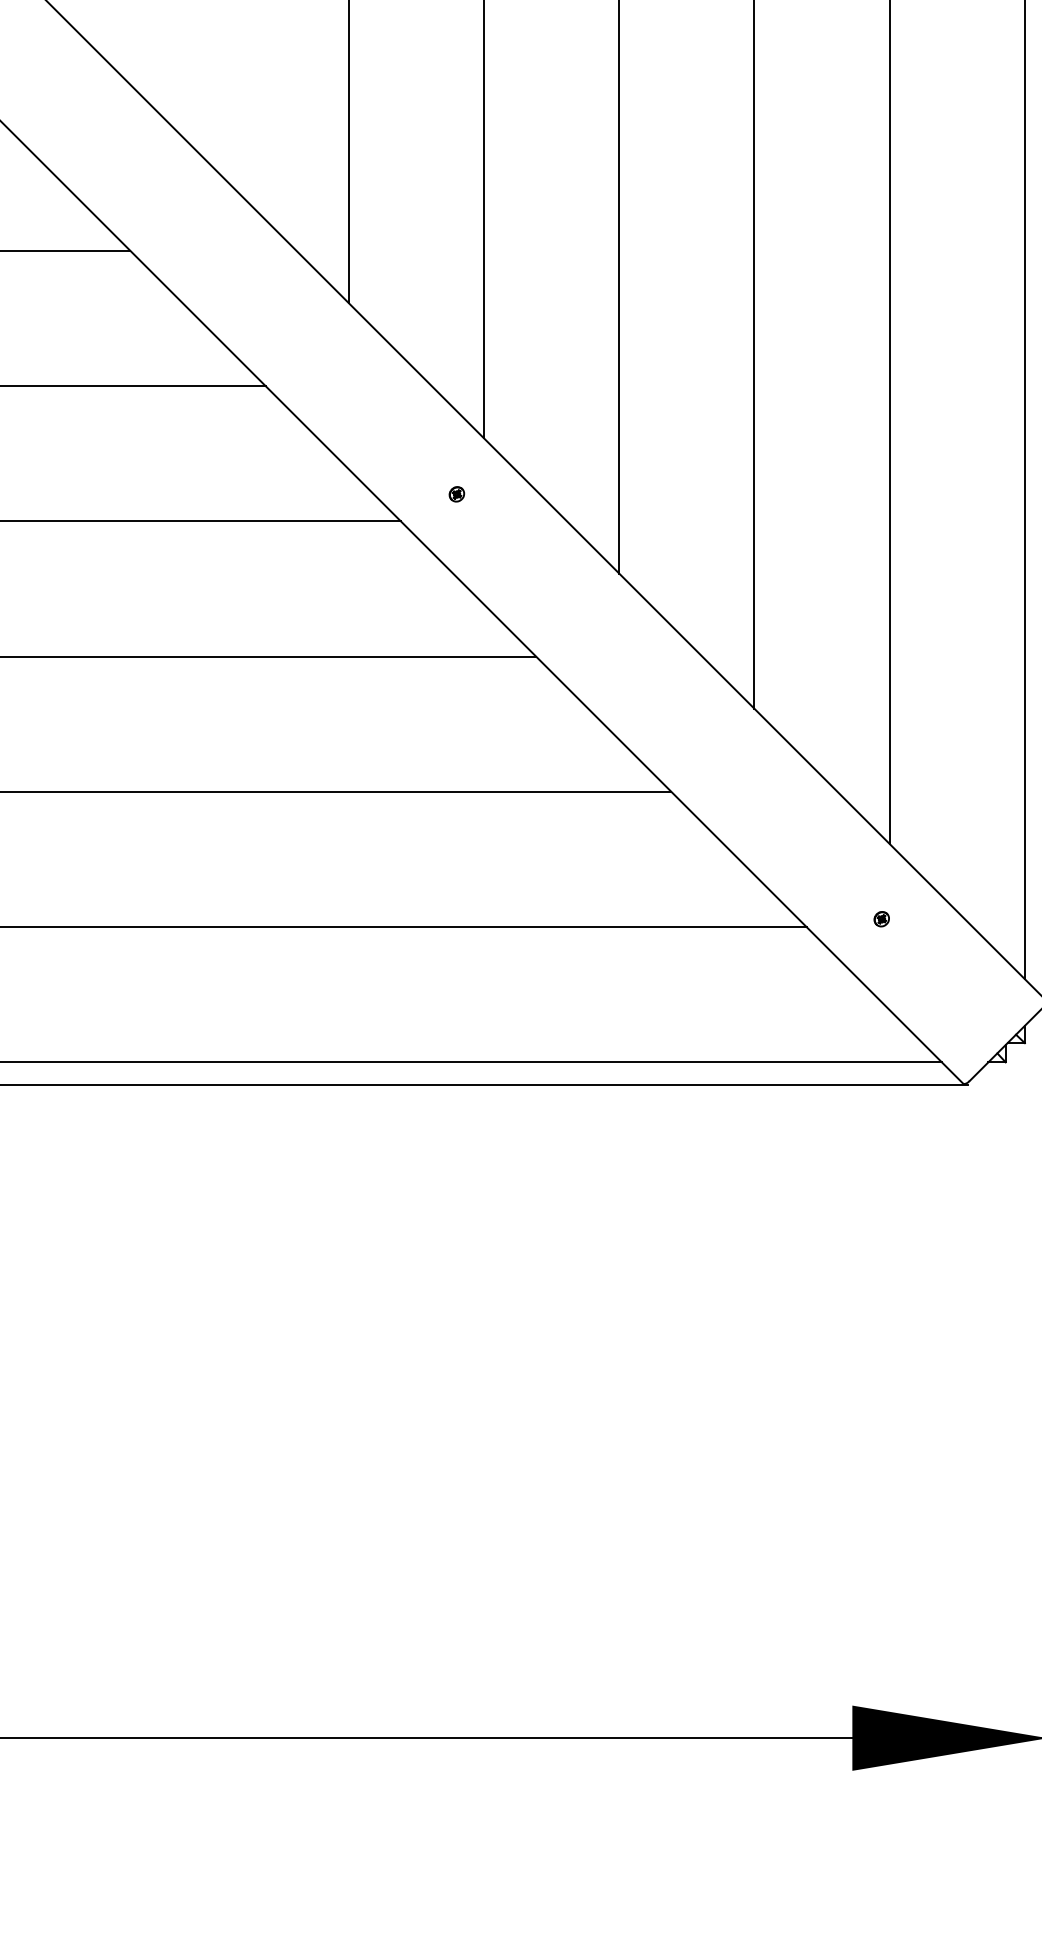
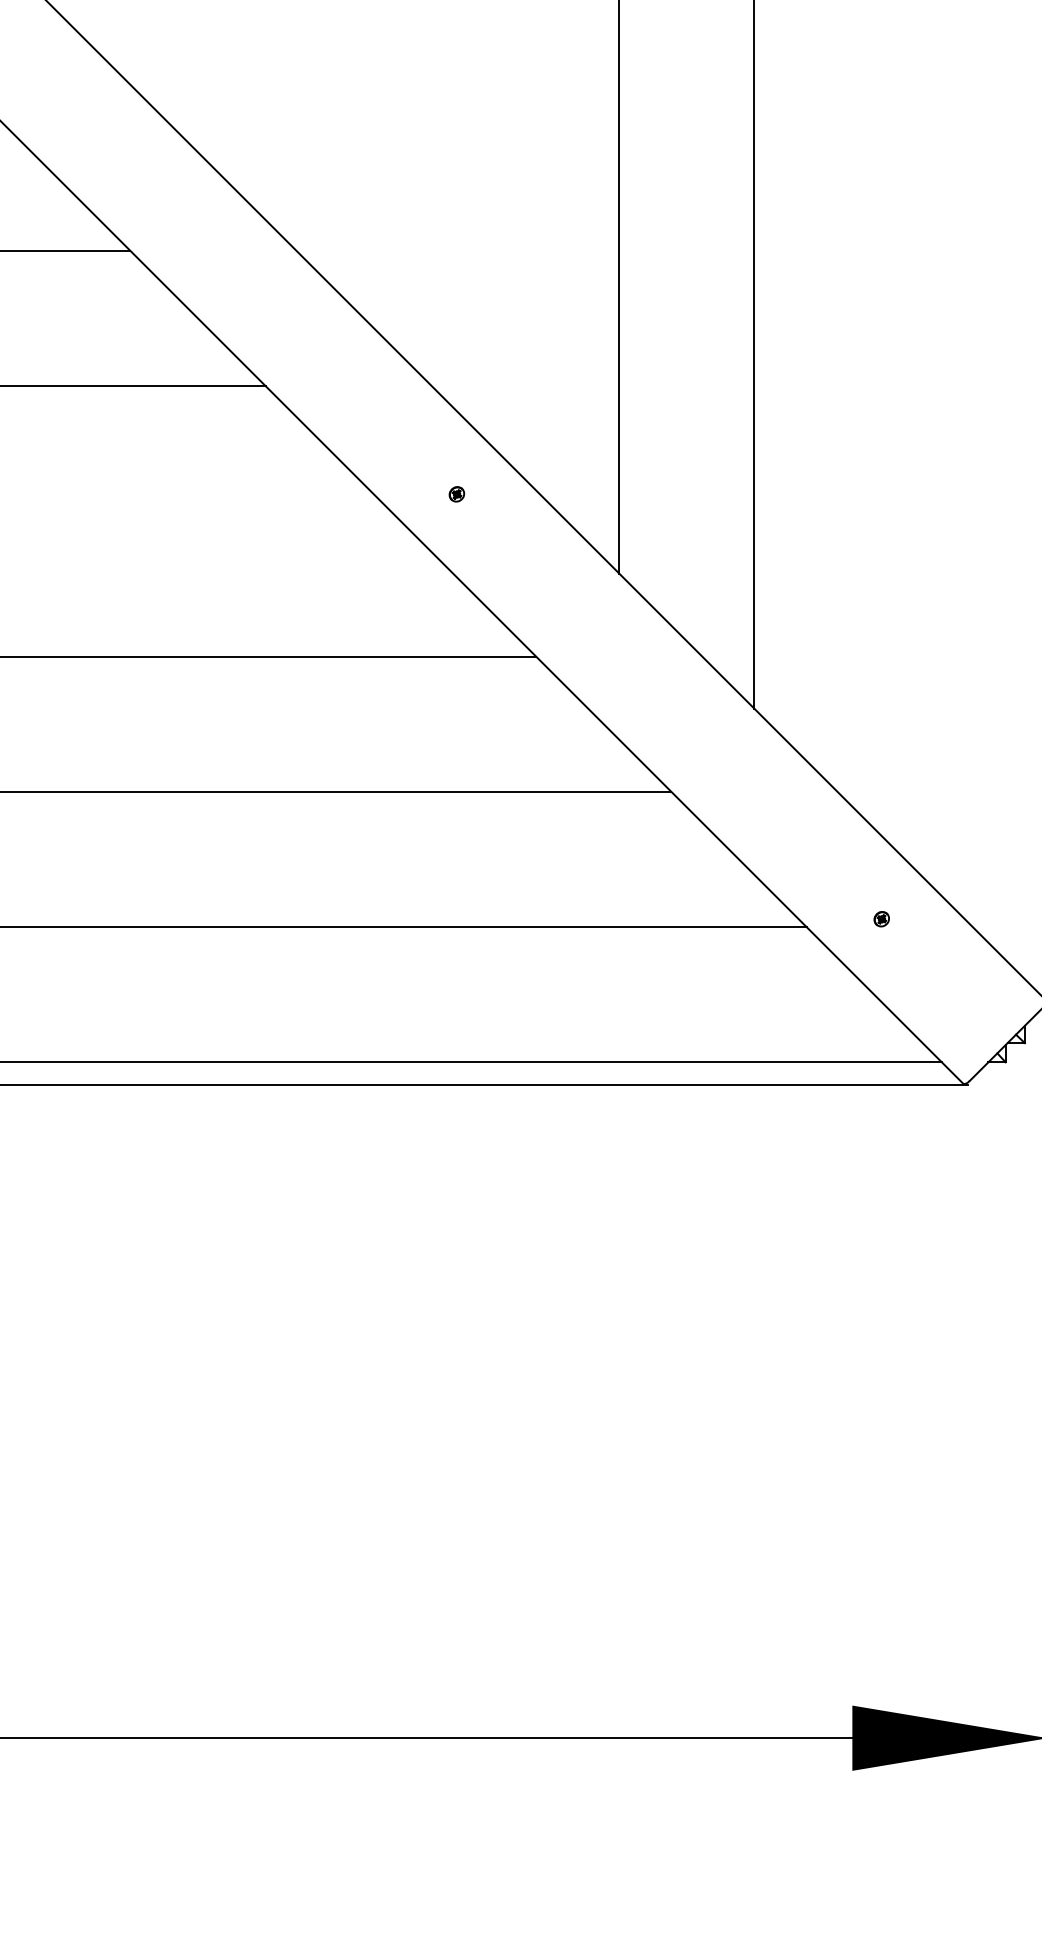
line at (348, 152): present -> none
line at (483, 220): present -> none
line at (889, 422): present -> none
line at (1024, 490): present -> none
line at (201, 521): present -> none
